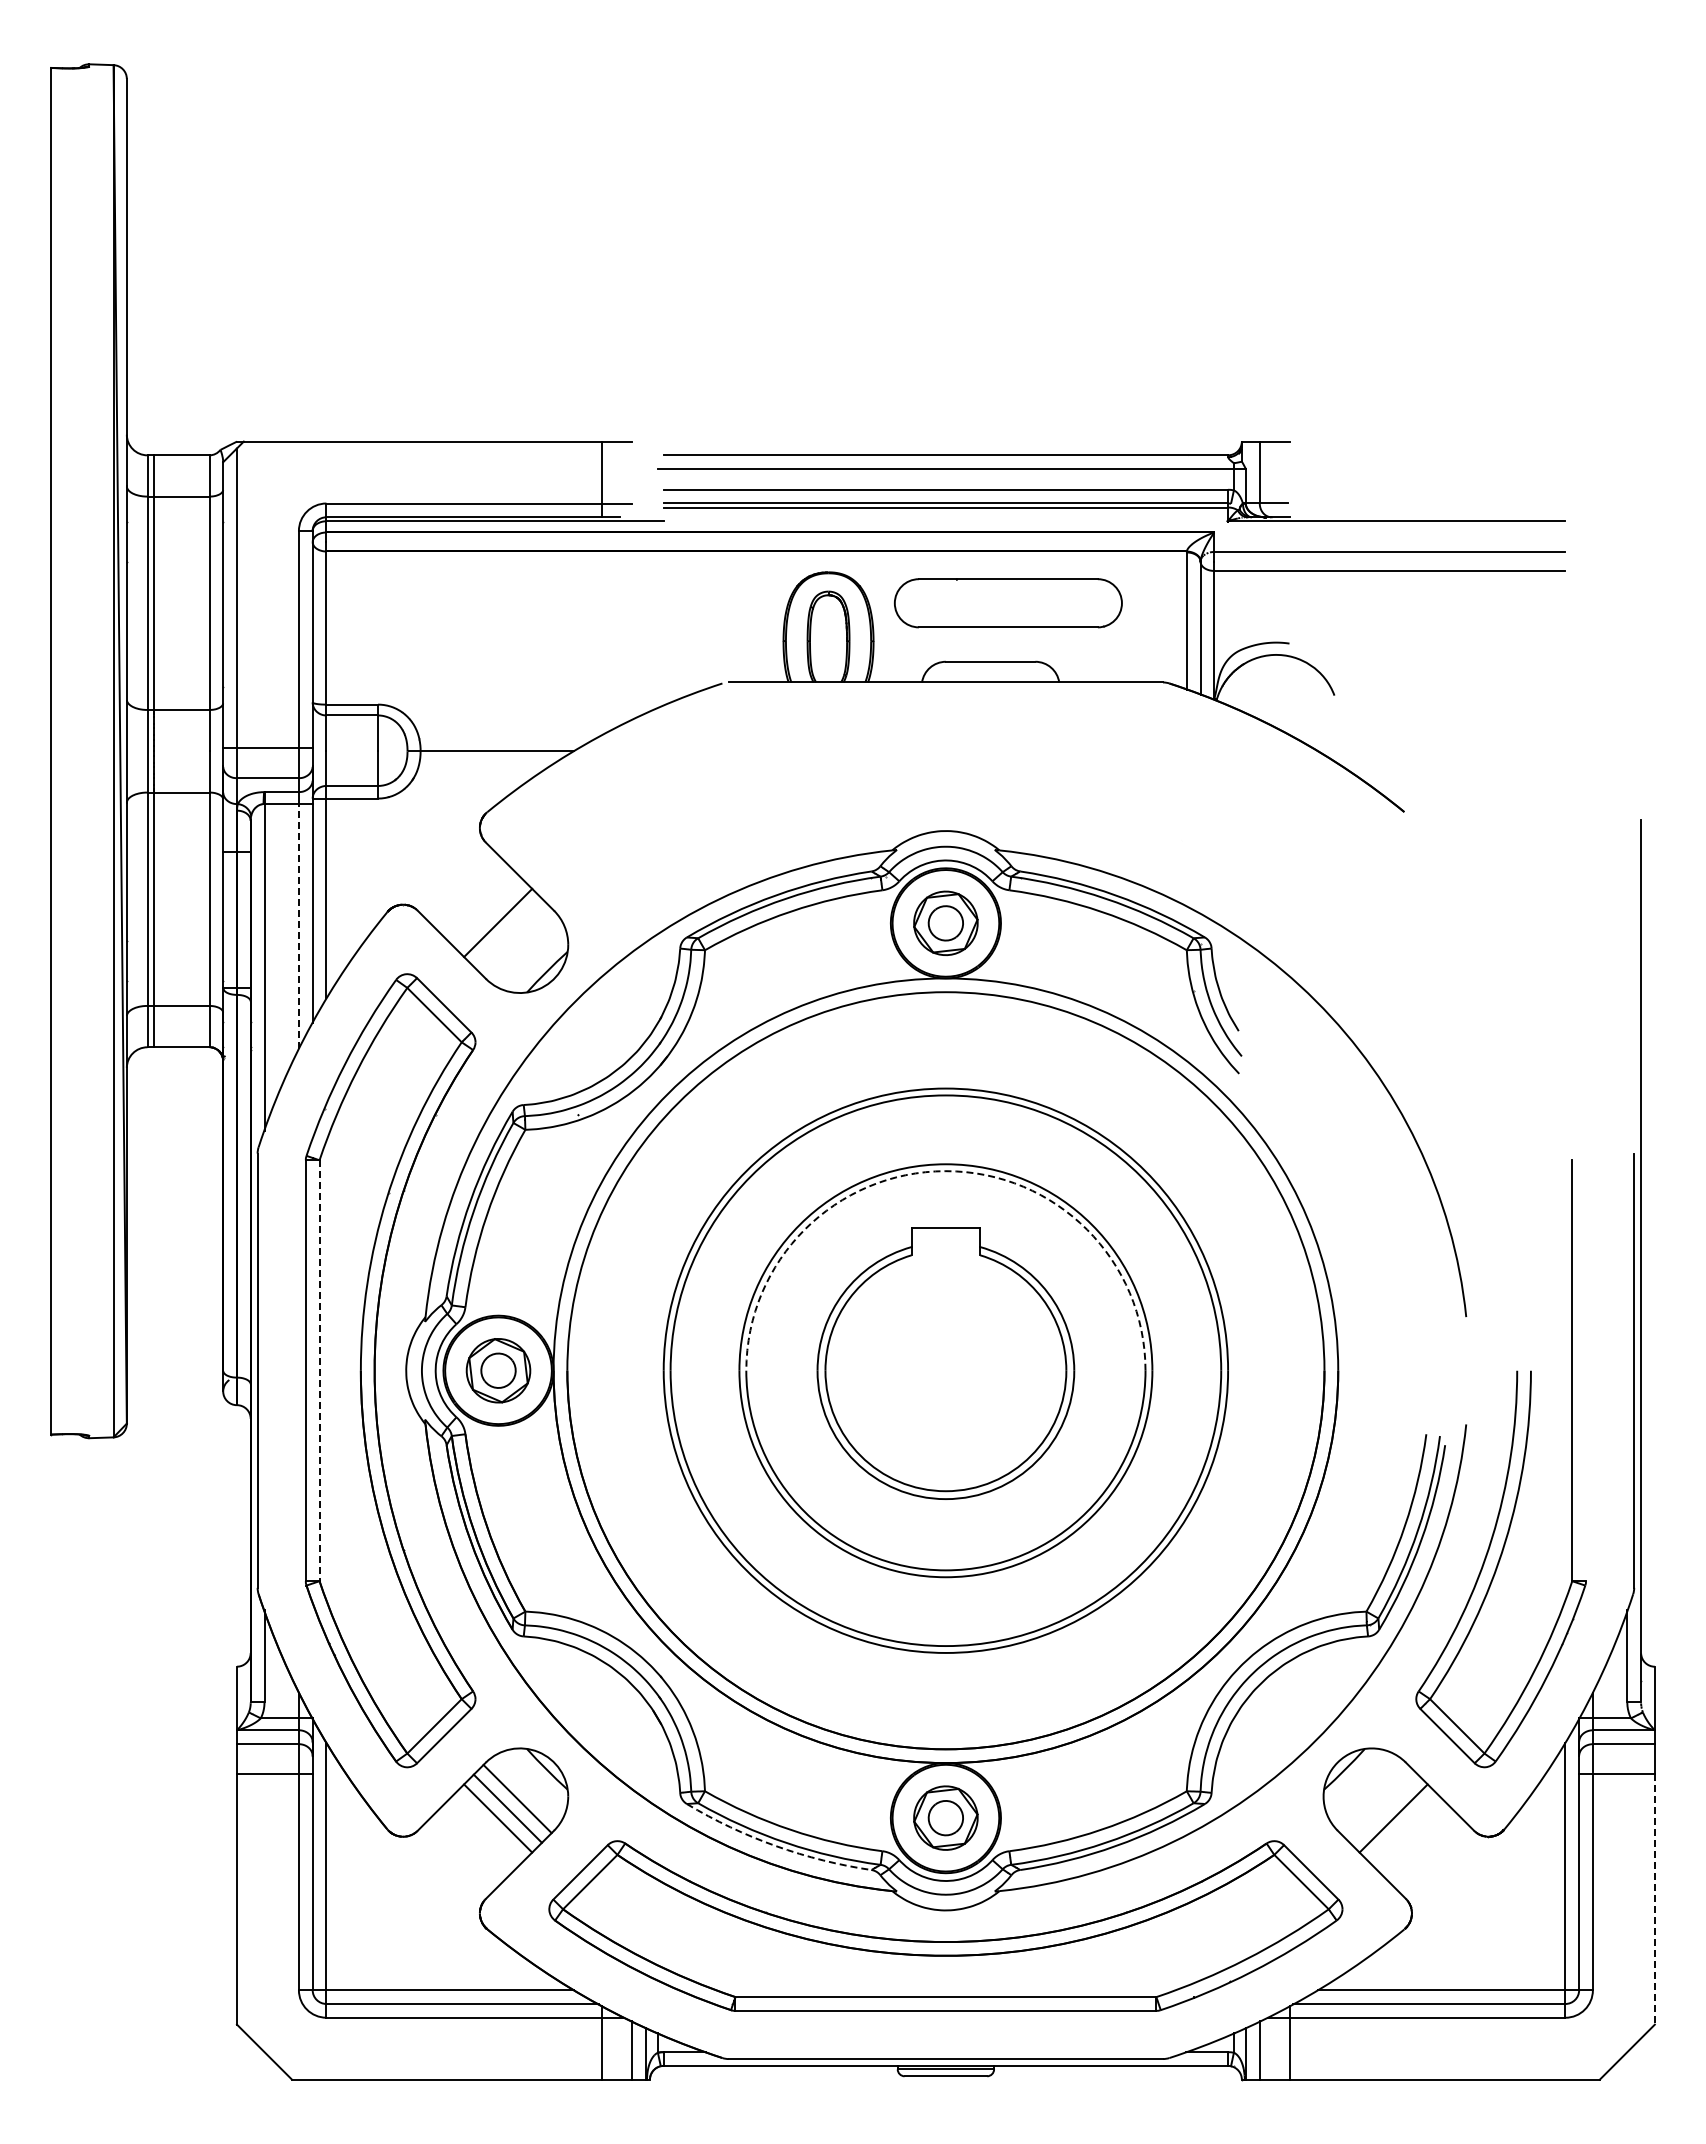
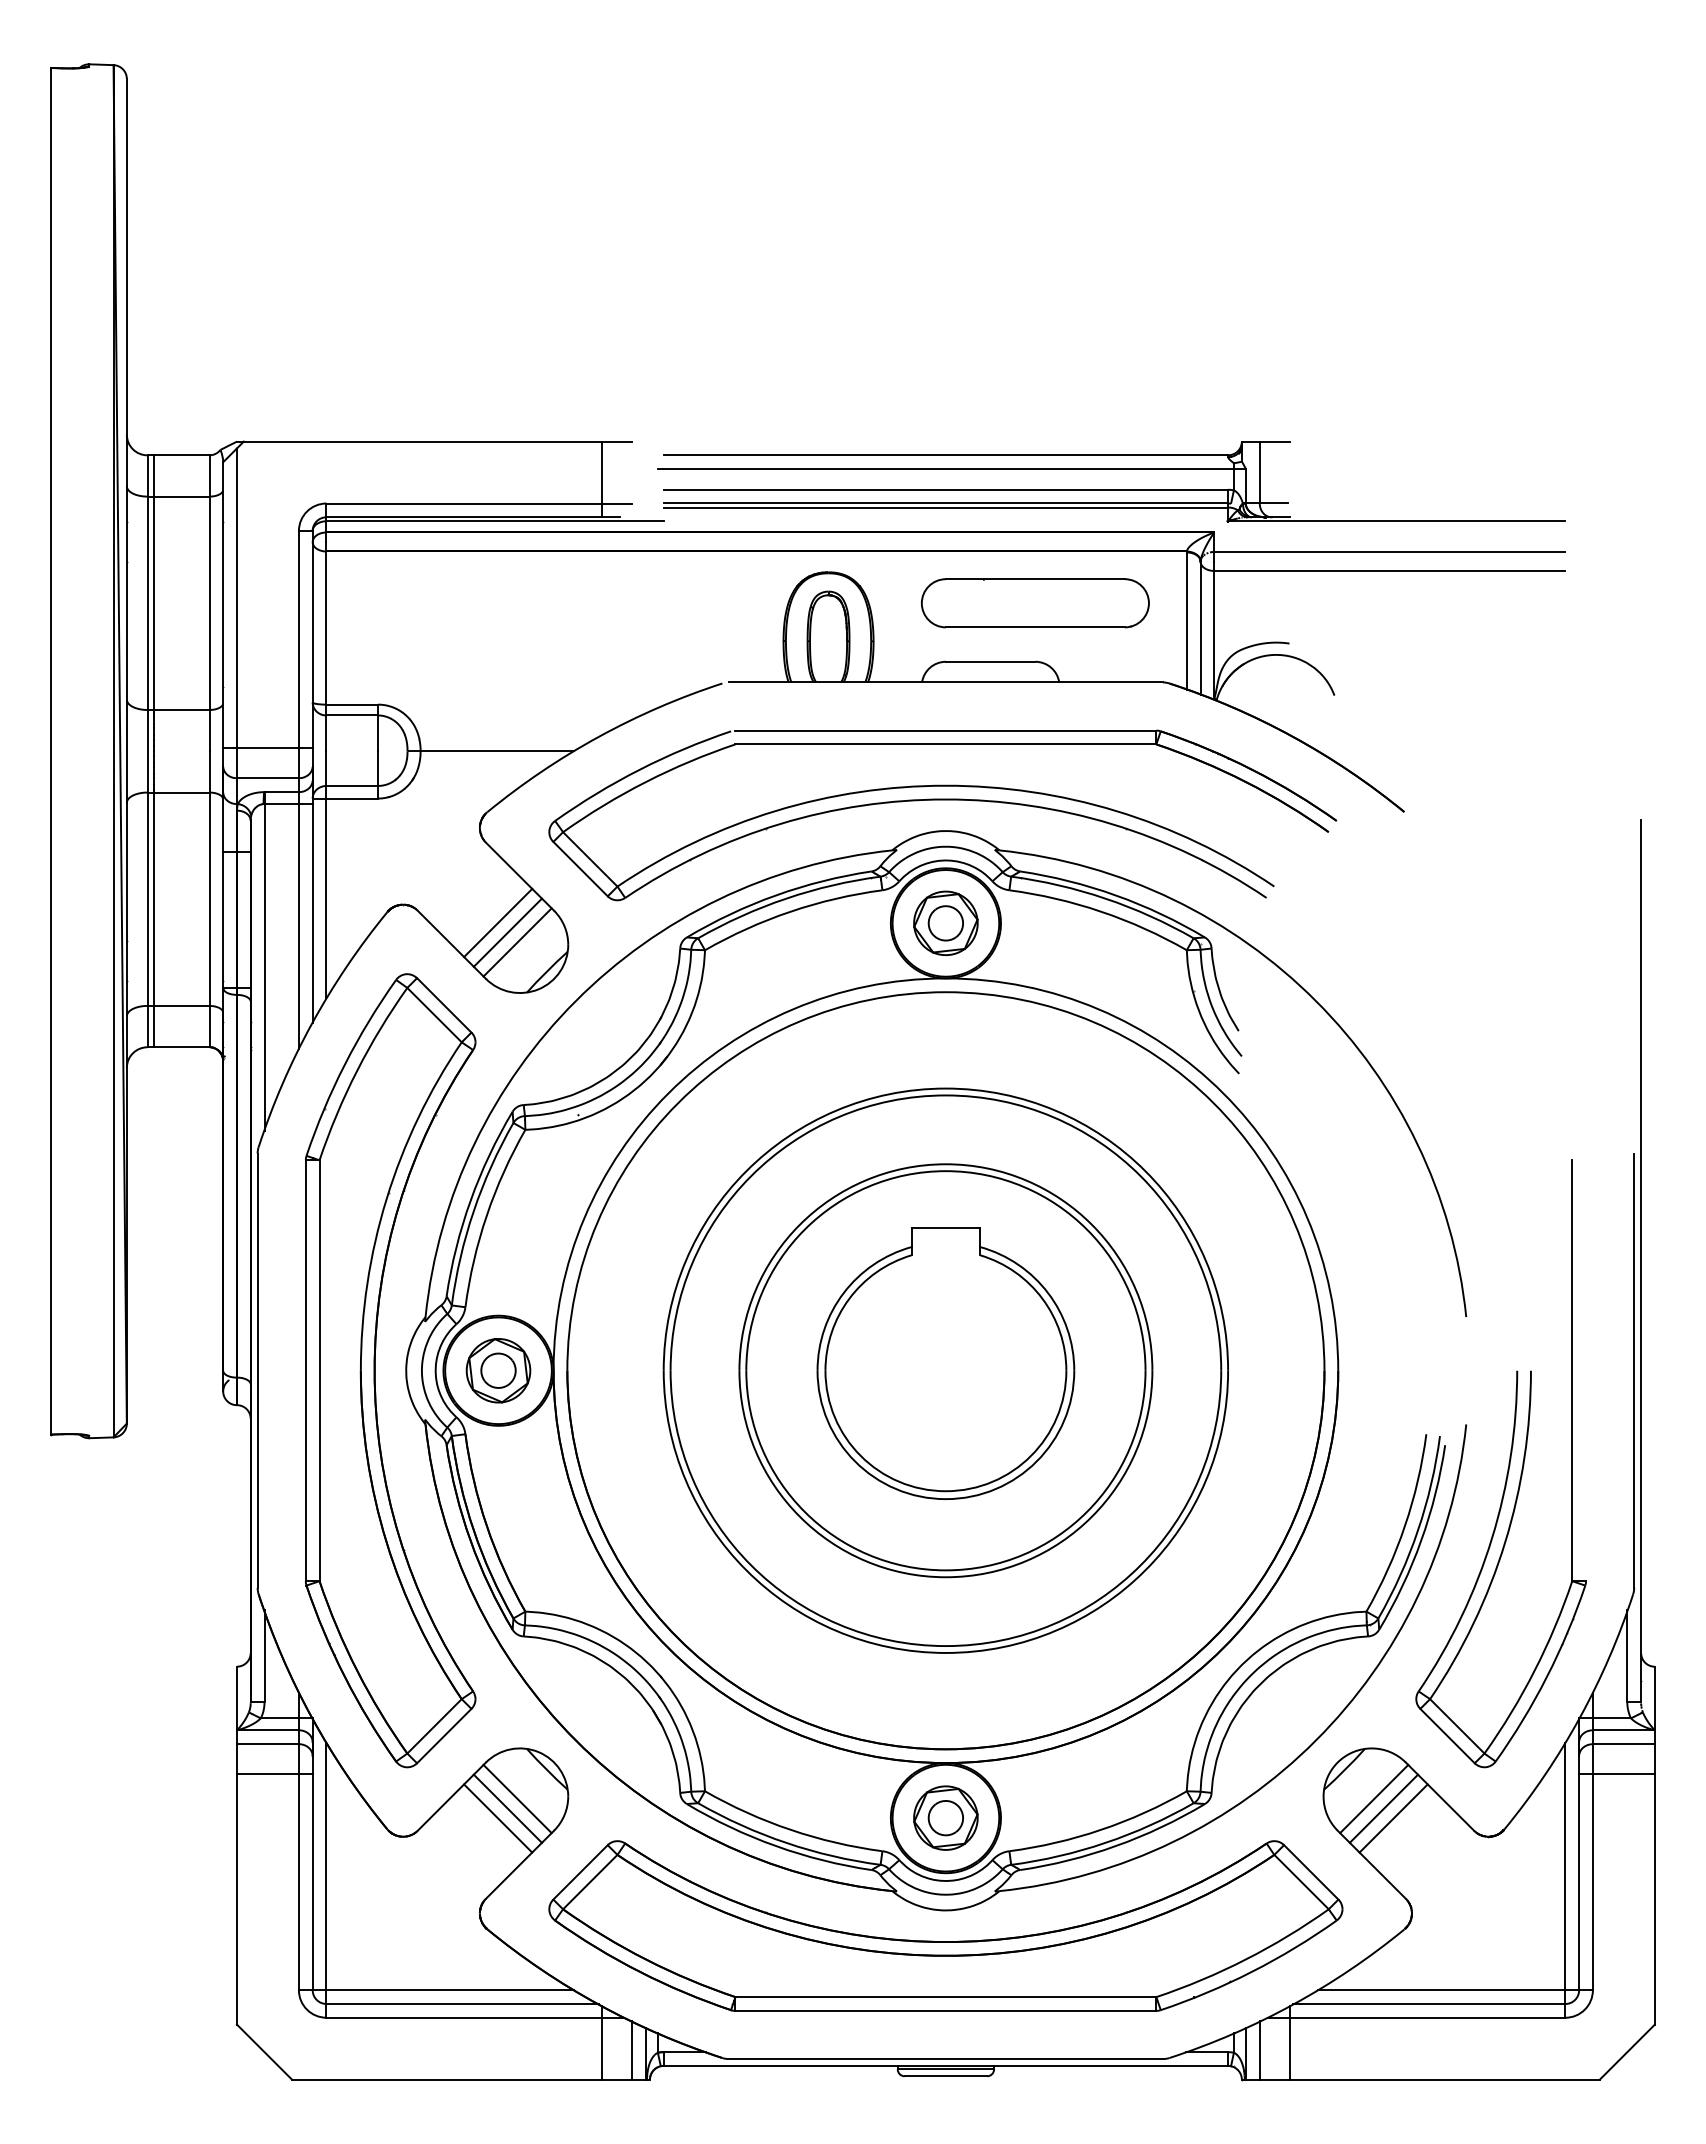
part at (1008, 603) position: (1008, 603) -> (1035, 603)
part at (942, 800): none -> present
line at (298, 925): dashed -> solid
line at (507, 932): none -> present
line at (517, 942): none -> present
arc at (945, 1171): dashed -> solid
line at (319, 1371): dashed -> solid
line at (1374, 1798): none -> present
line at (1383, 1808): none -> present
arc at (775, 1846): dashed -> solid
line at (1654, 1899): dashed -> solid
